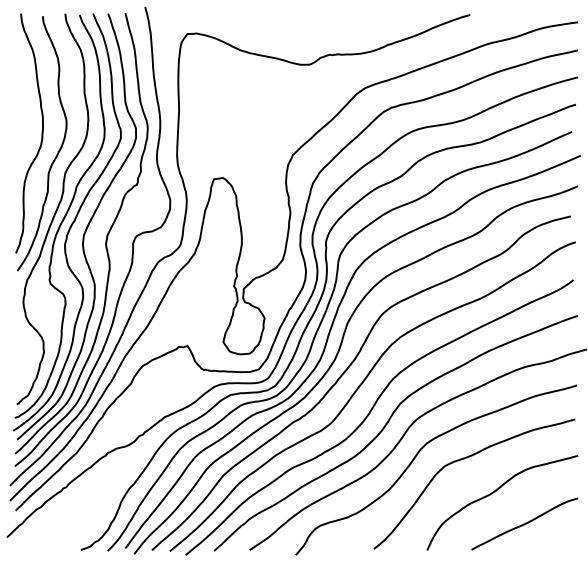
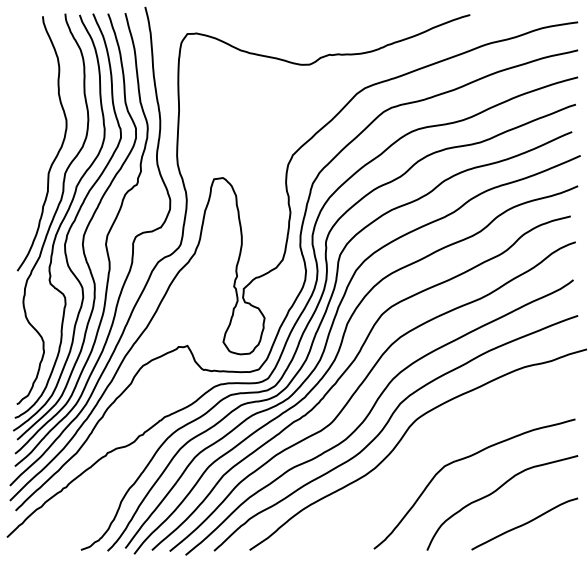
curve at (41, 133): present -> none
curve at (416, 457): present -> none
